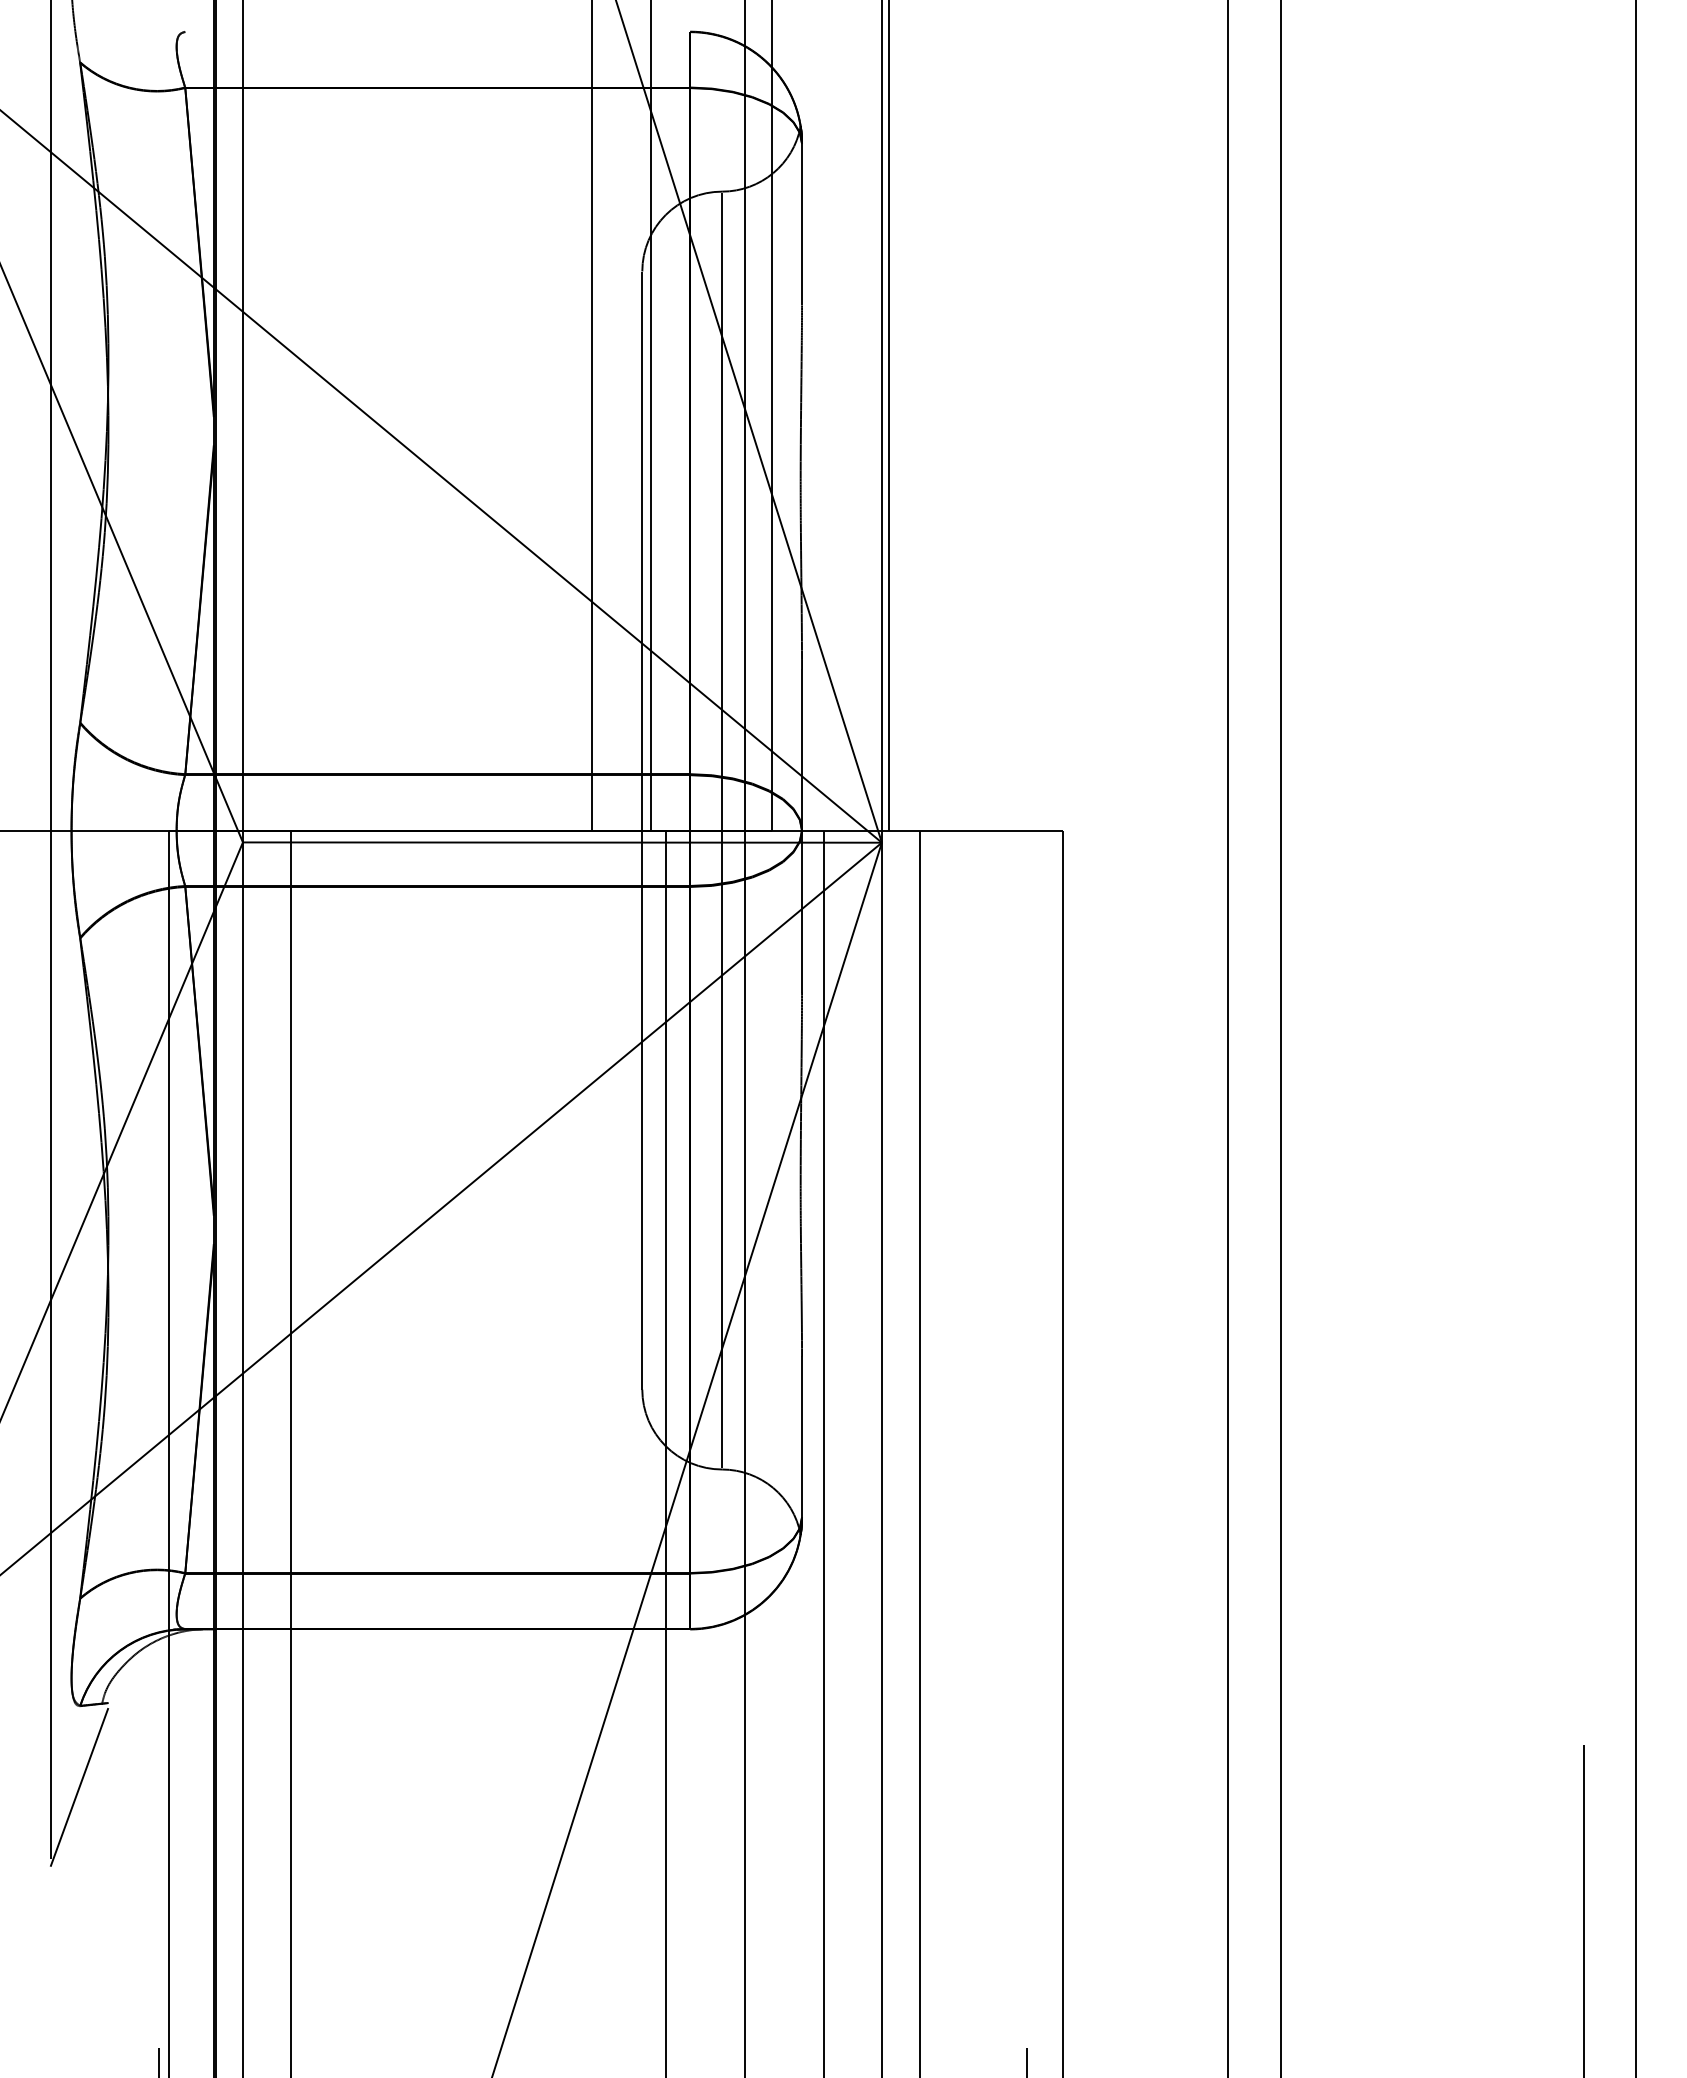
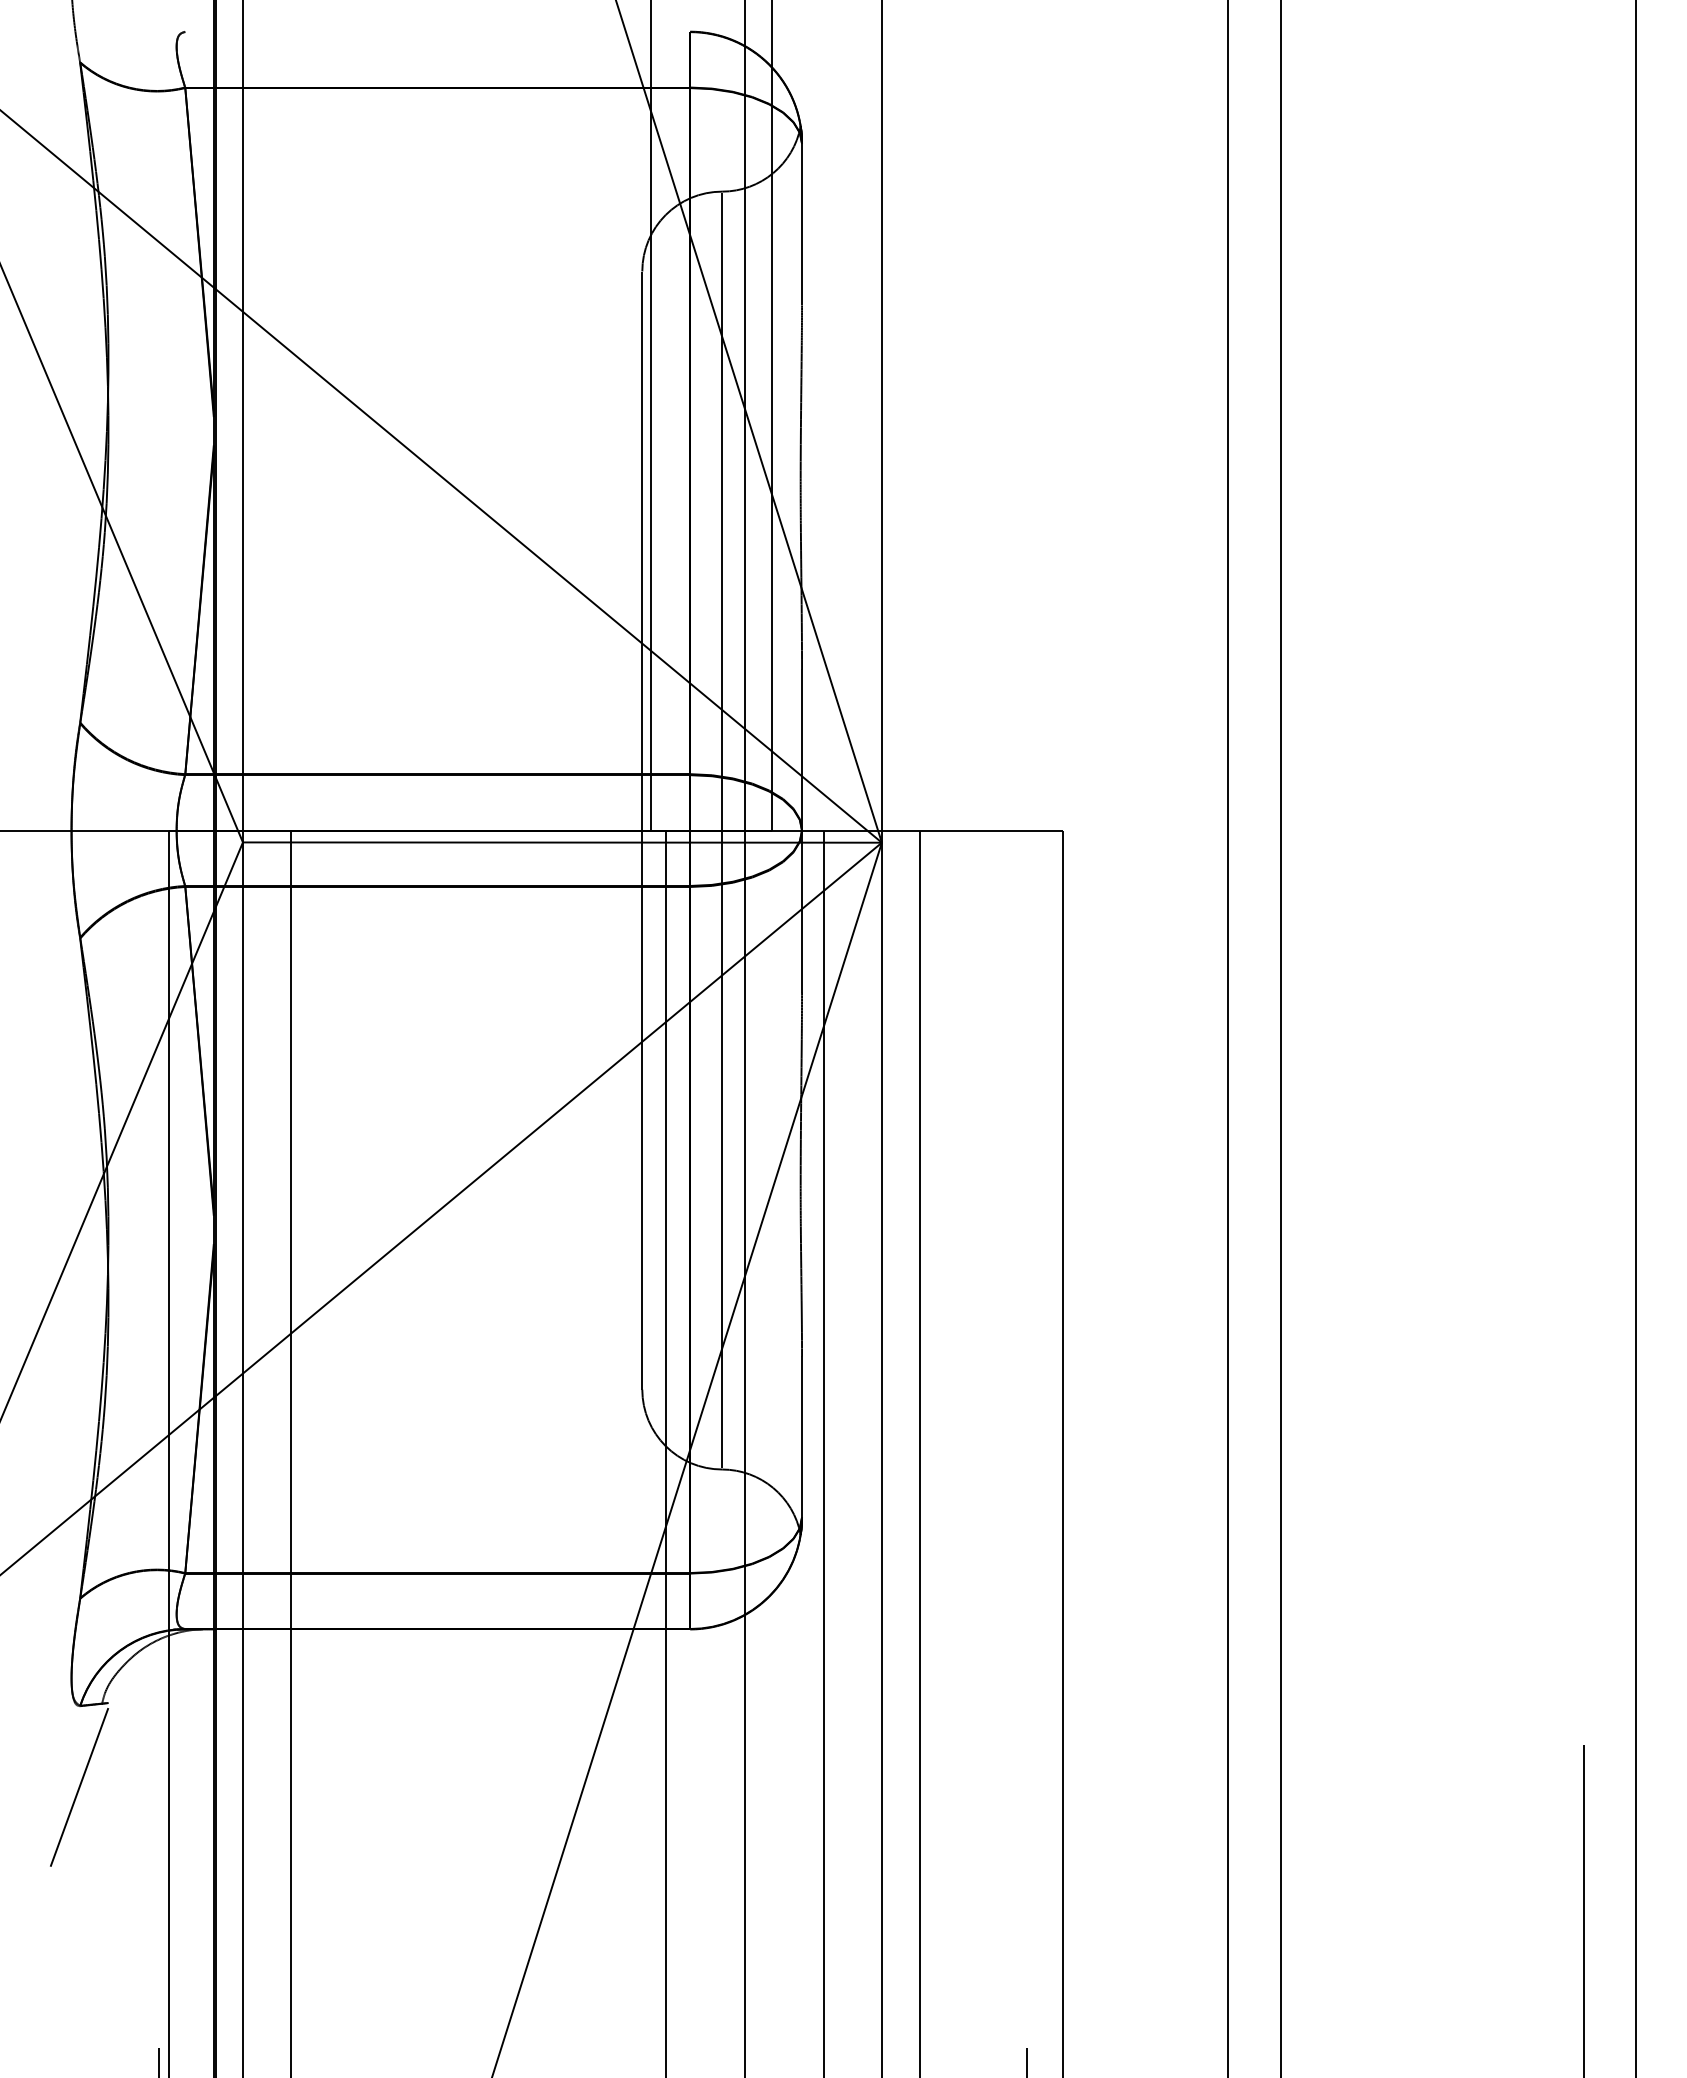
line at (592, 416): present -> none
line at (889, 416): present -> none
line at (50, 930): present -> none
